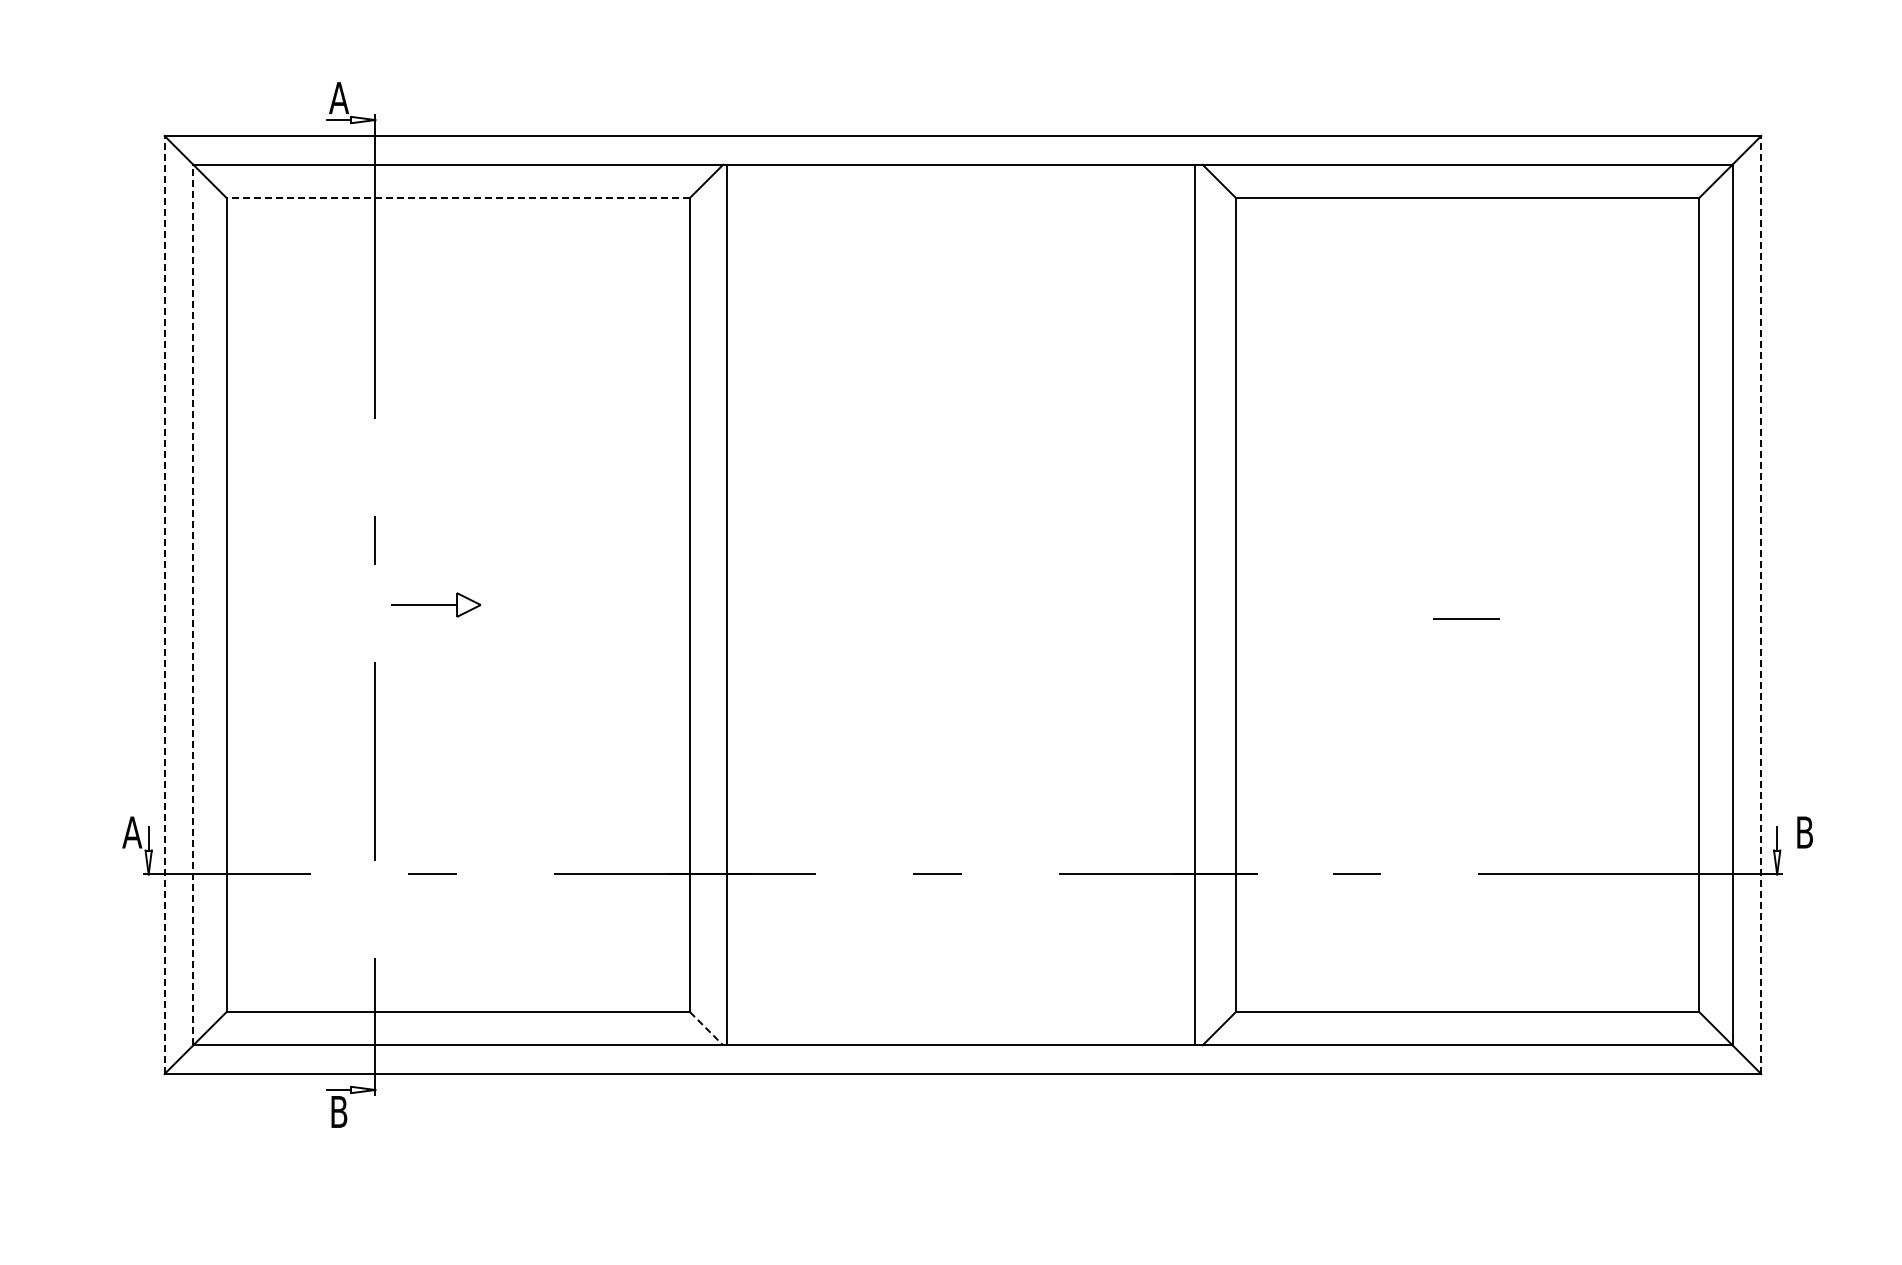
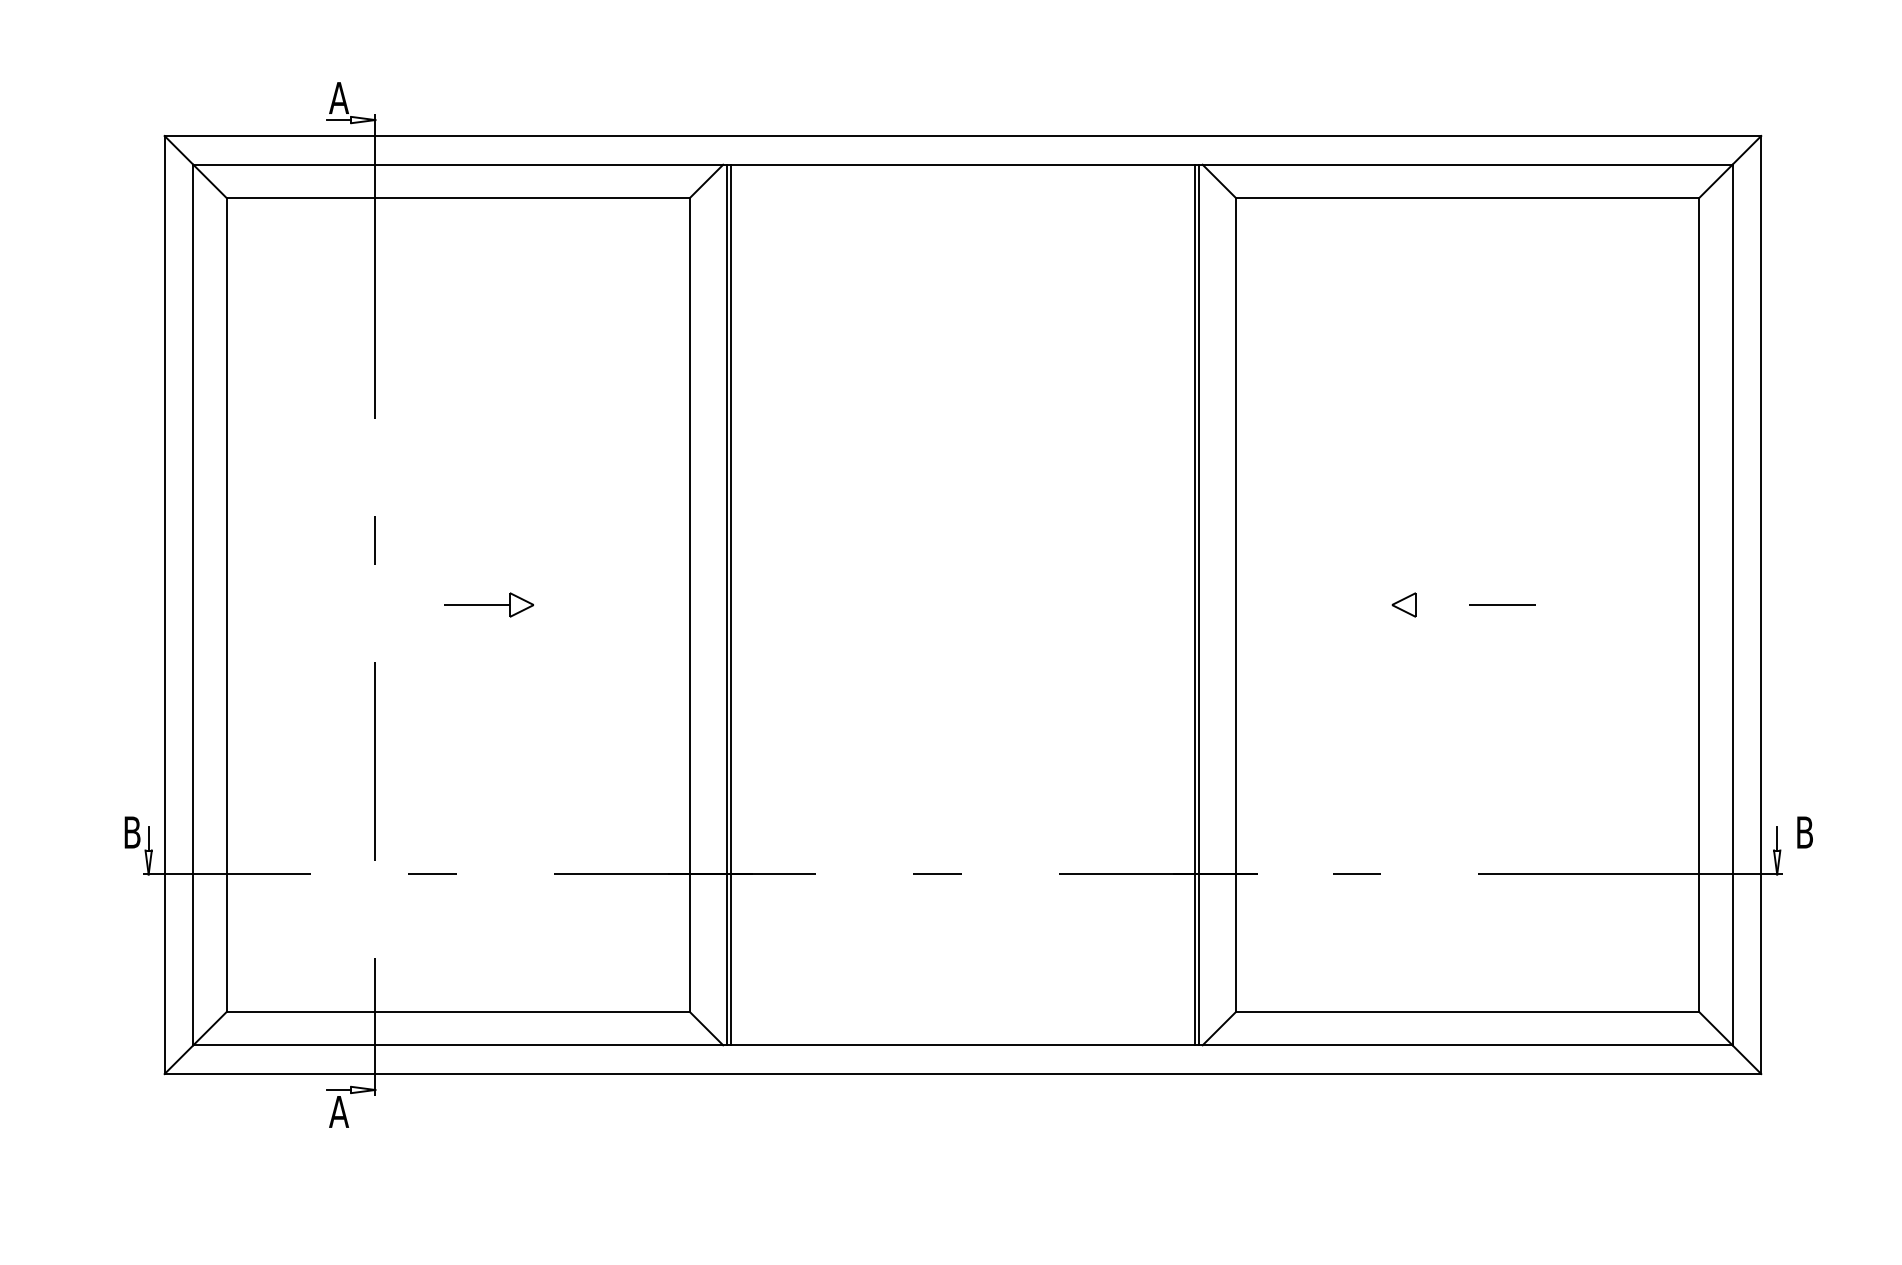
line at (458, 197): dashed -> solid
line at (193, 604): dashed -> solid
part at (435, 604) position: (435, 604) -> (488, 604)
line at (731, 604): none -> present
line at (1198, 604): none -> present
part at (1403, 604): none -> present
line at (164, 605): dashed -> solid
line at (1761, 605): dashed -> solid
line at (1466, 618) position: (1466, 618) -> (1502, 604)
text at (132, 832): A -> B
line at (706, 1029): dashed -> solid
text at (339, 1111): B -> A
